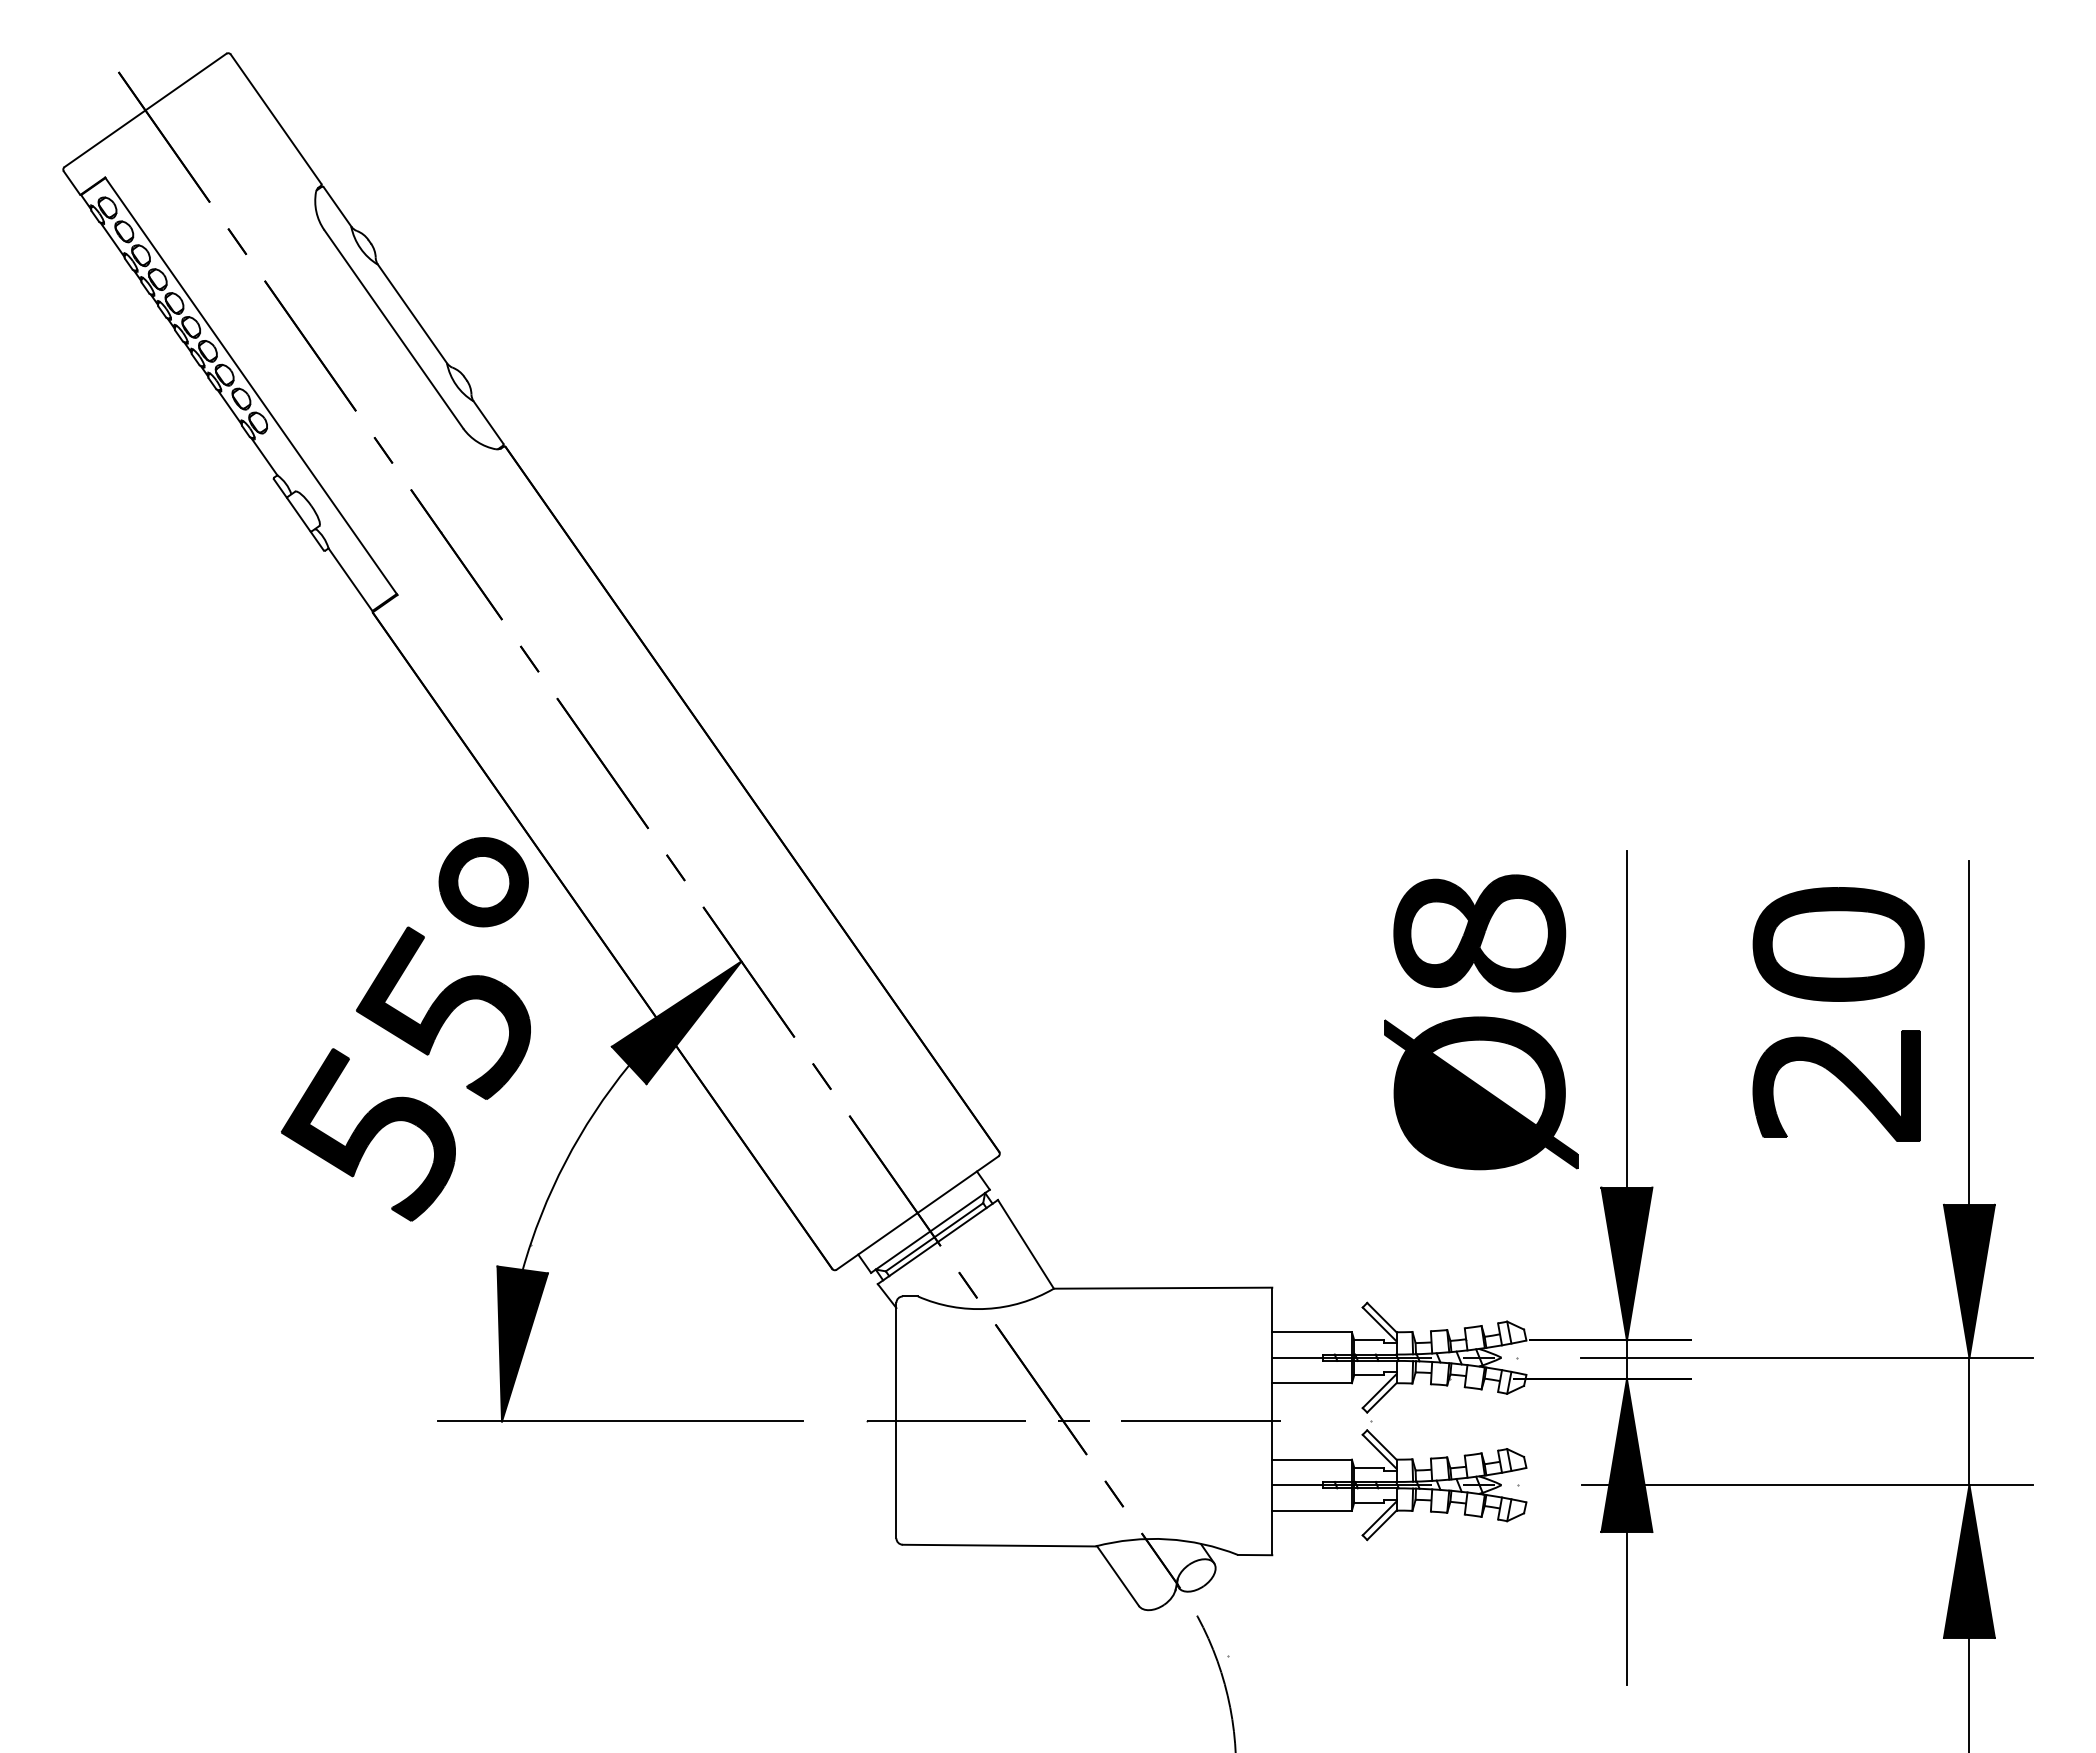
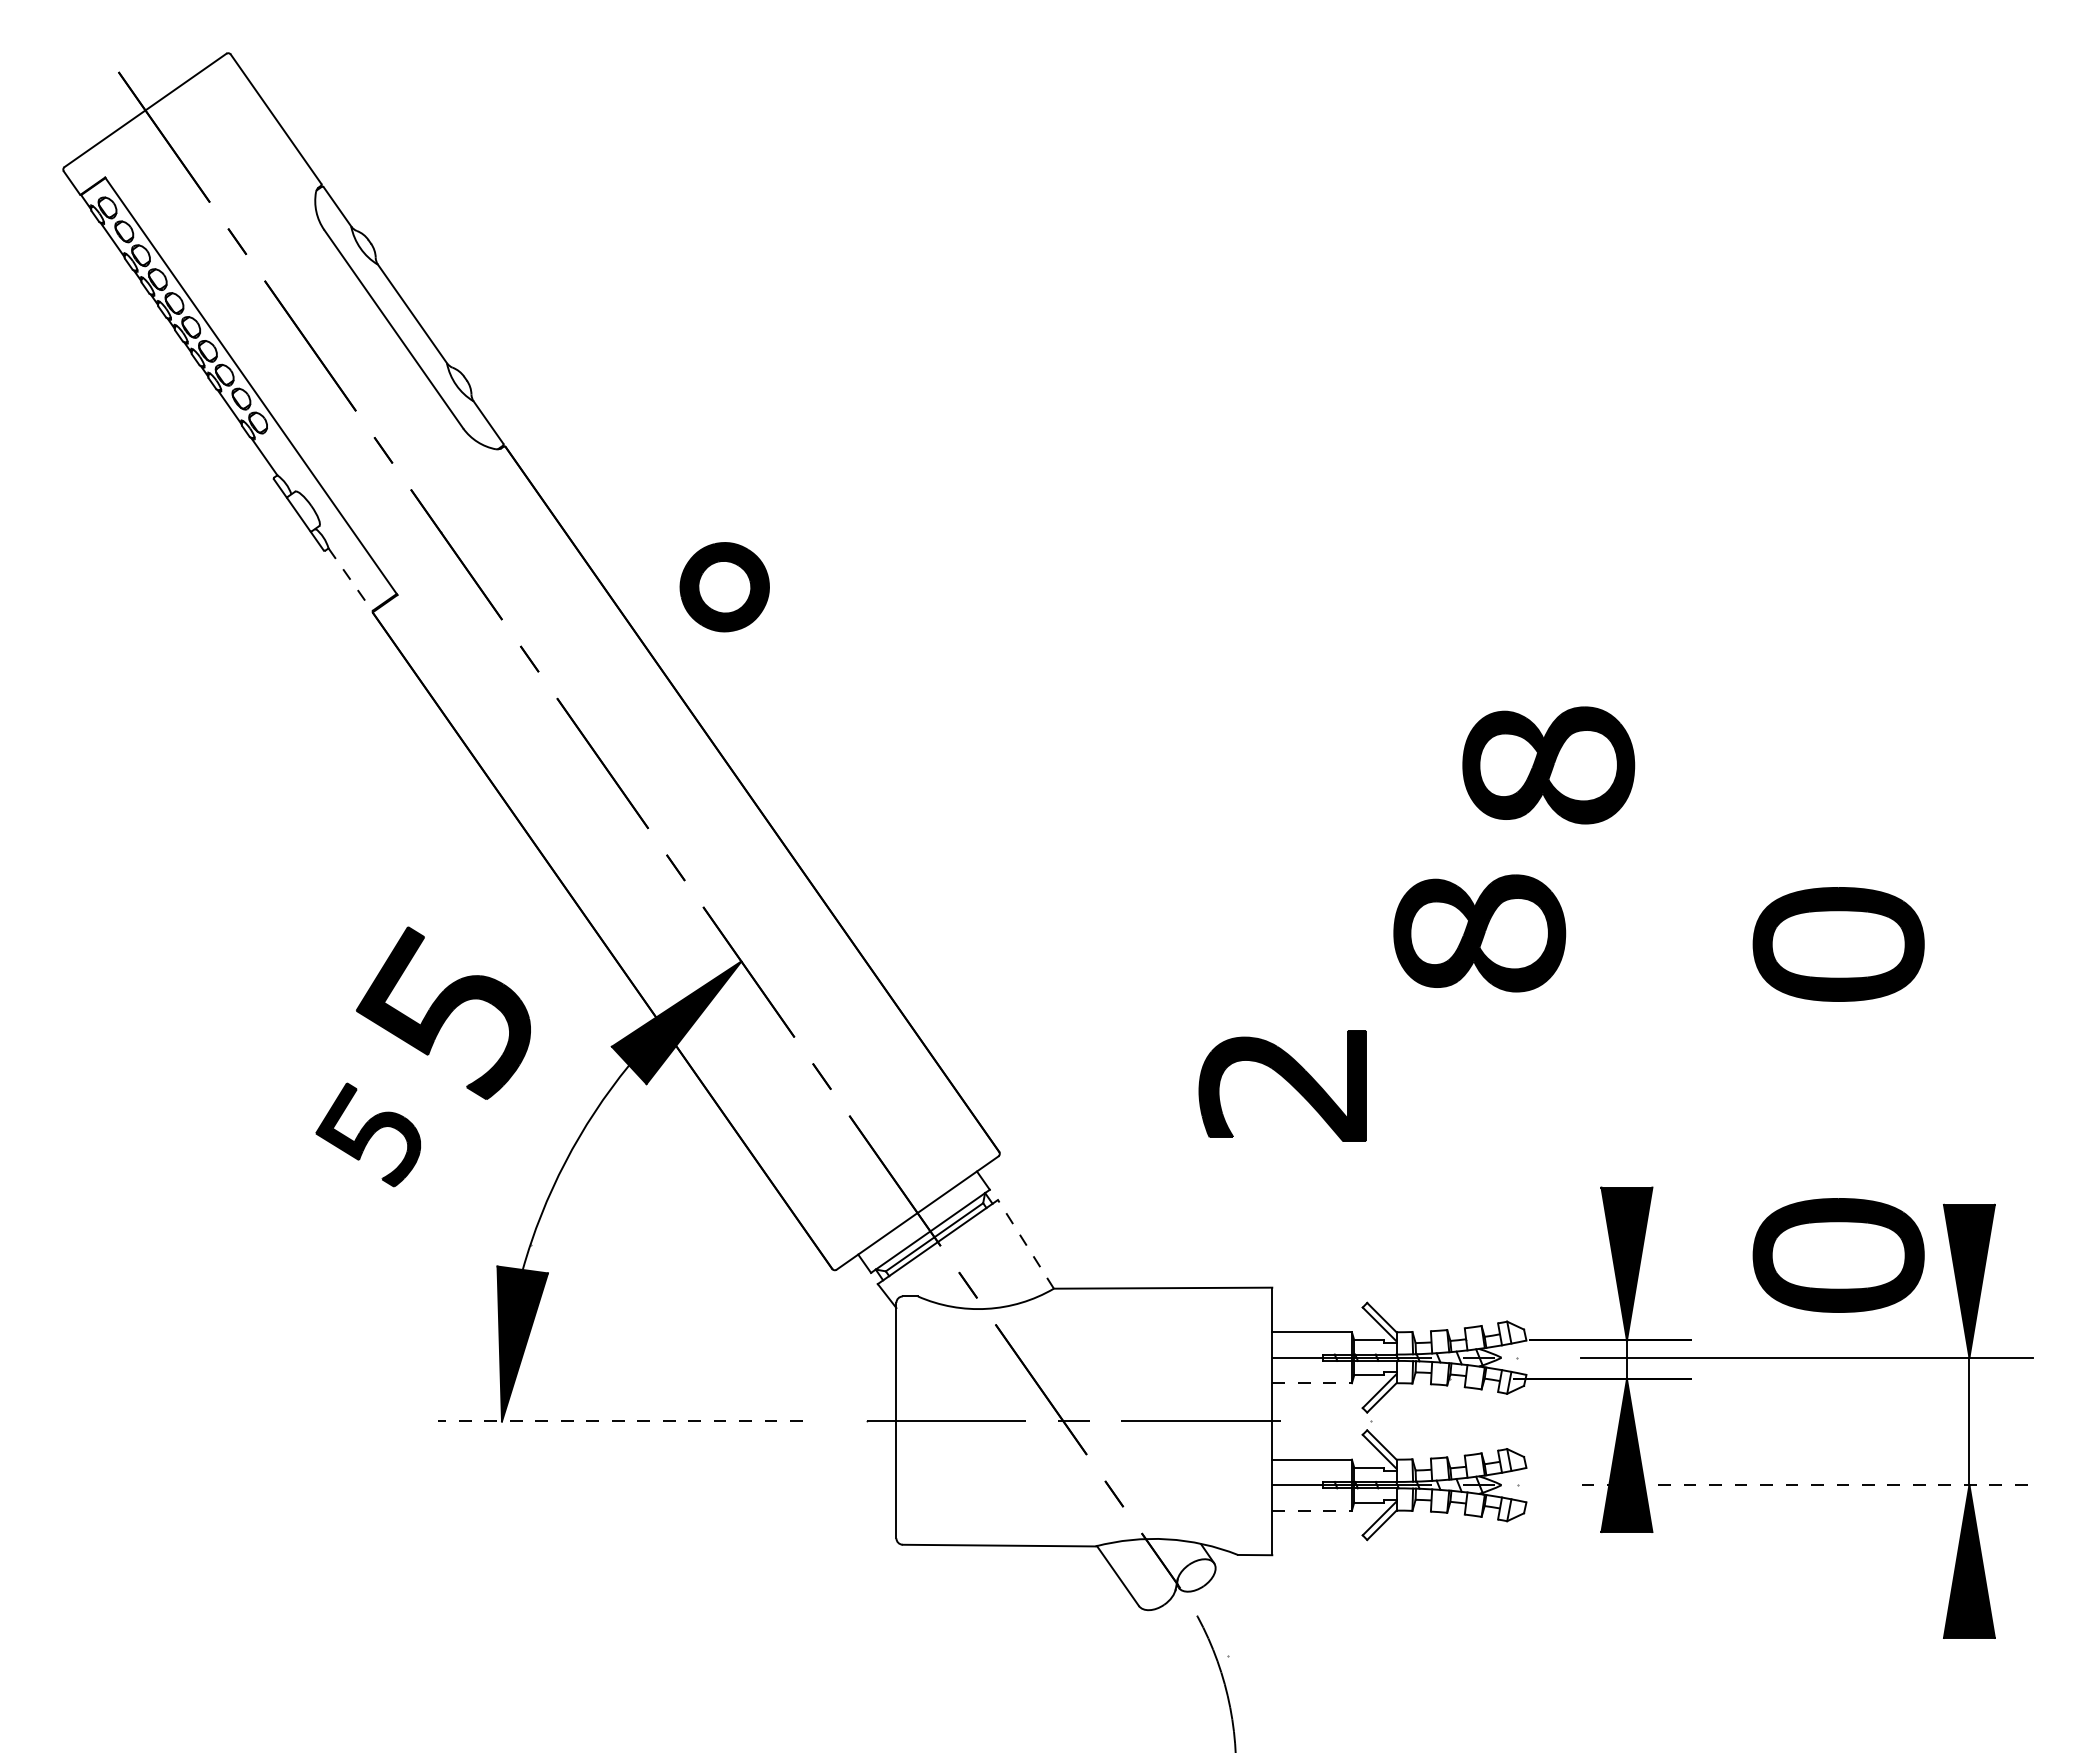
line at (350, 579): solid -> dashed
part at (1548, 765): none -> present
part at (483, 882) position: (483, 882) -> (724, 587)
line at (1626, 1019): present -> none
line at (1969, 1032): present -> none
part at (1836, 1085) position: (1836, 1085) -> (1282, 1085)
part at (1481, 1093): present -> none
part at (367, 1134) size: 176x174 px -> 107x106 px
line at (1025, 1243): solid -> dashed
part at (1838, 1255): none -> present
line at (1312, 1383): solid -> dashed
line at (620, 1421): solid -> dashed
line at (1807, 1485): solid -> dashed
line at (1312, 1510): solid -> dashed
line at (1626, 1608): present -> none
line at (1969, 1693): present -> none
